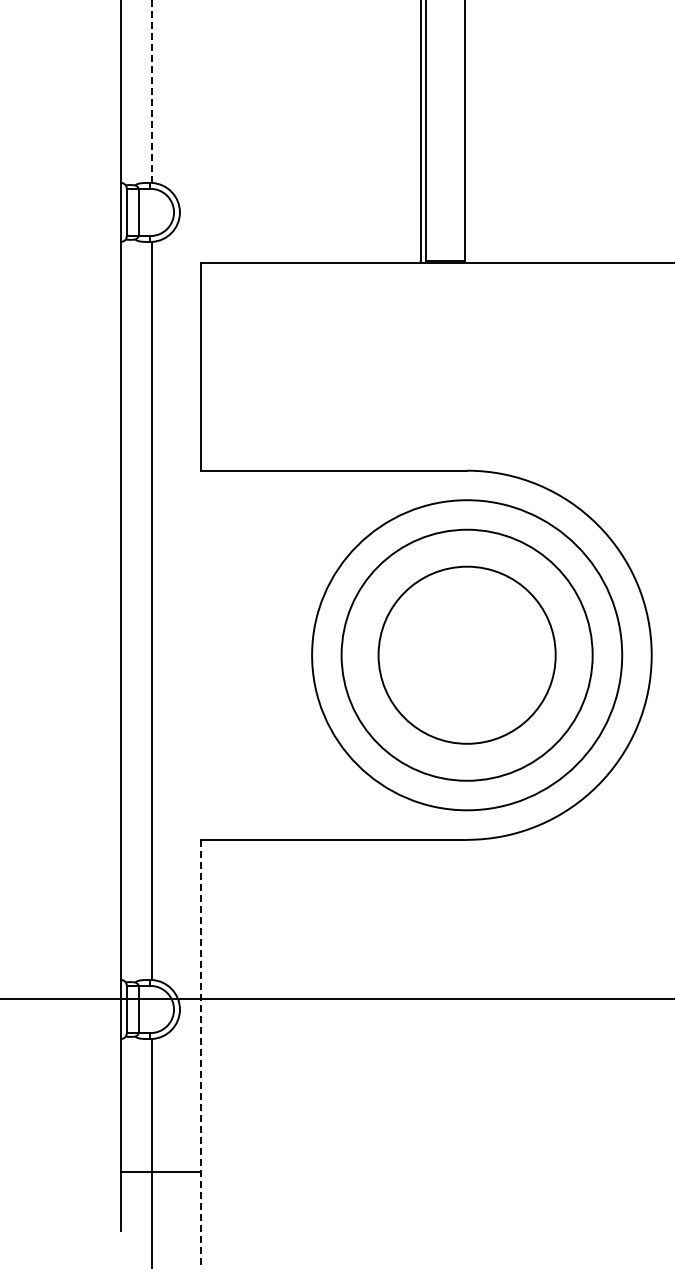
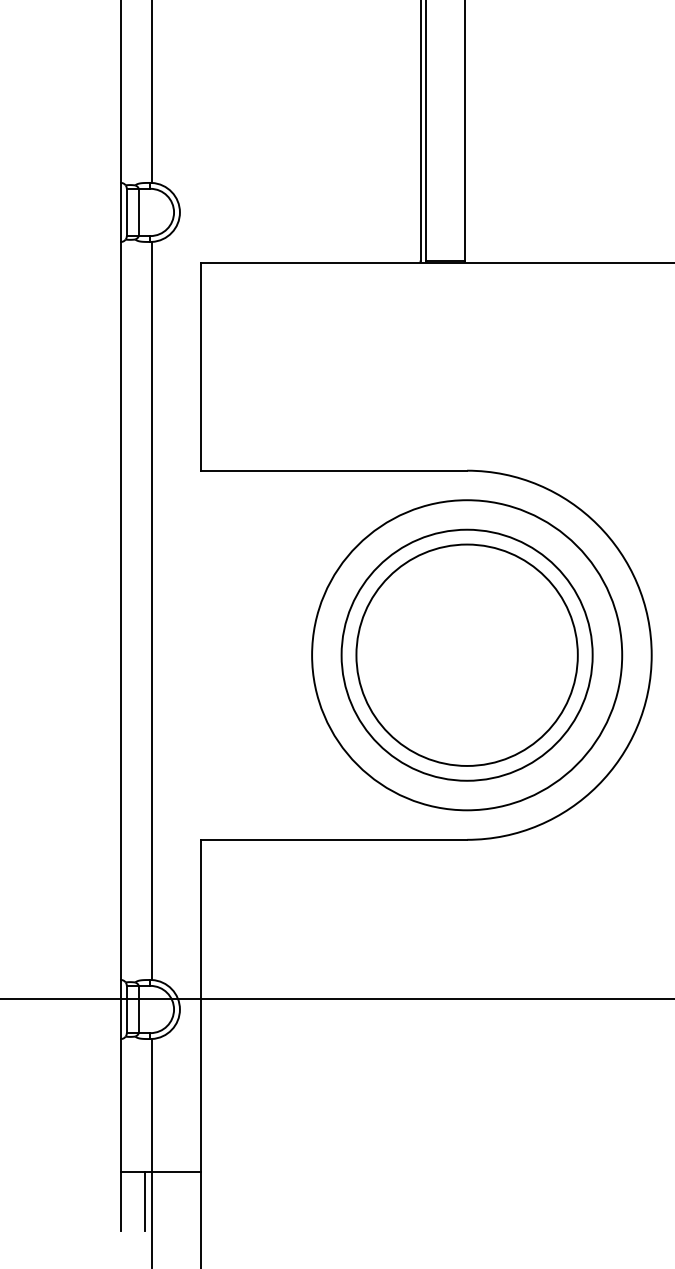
line at (151, 91): dashed -> solid
circle at (466, 654) diameter: 177 px -> 221 px
line at (200, 1054): dashed -> solid
line at (144, 1200): none -> present
